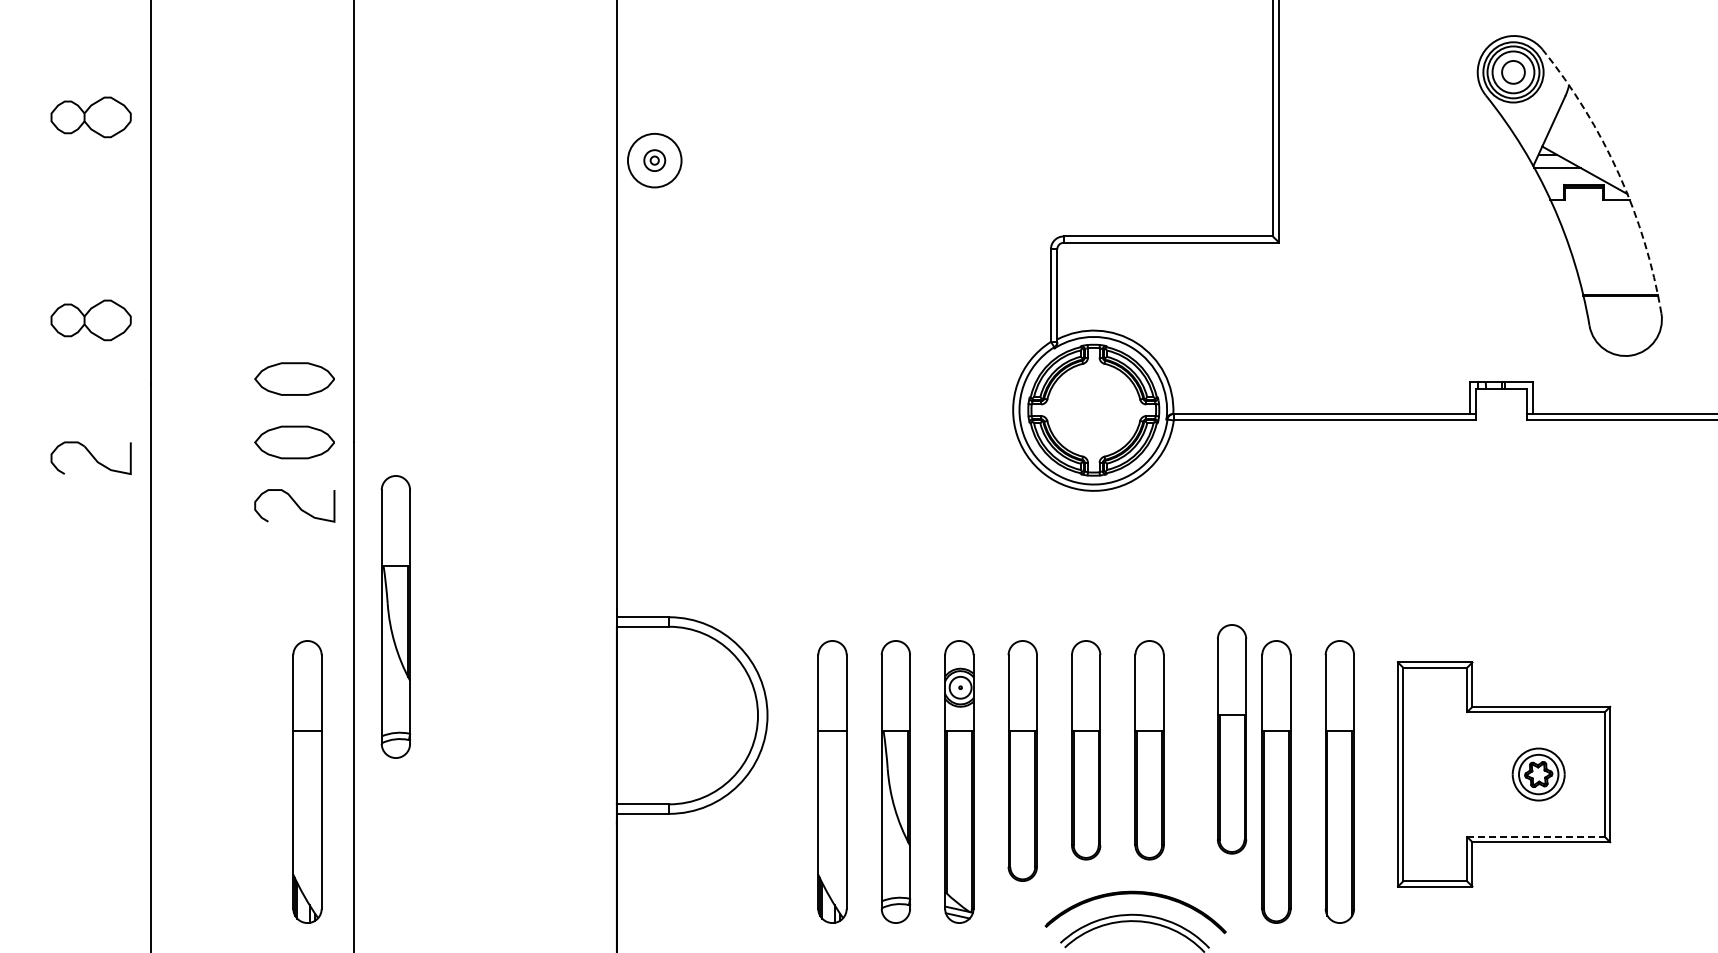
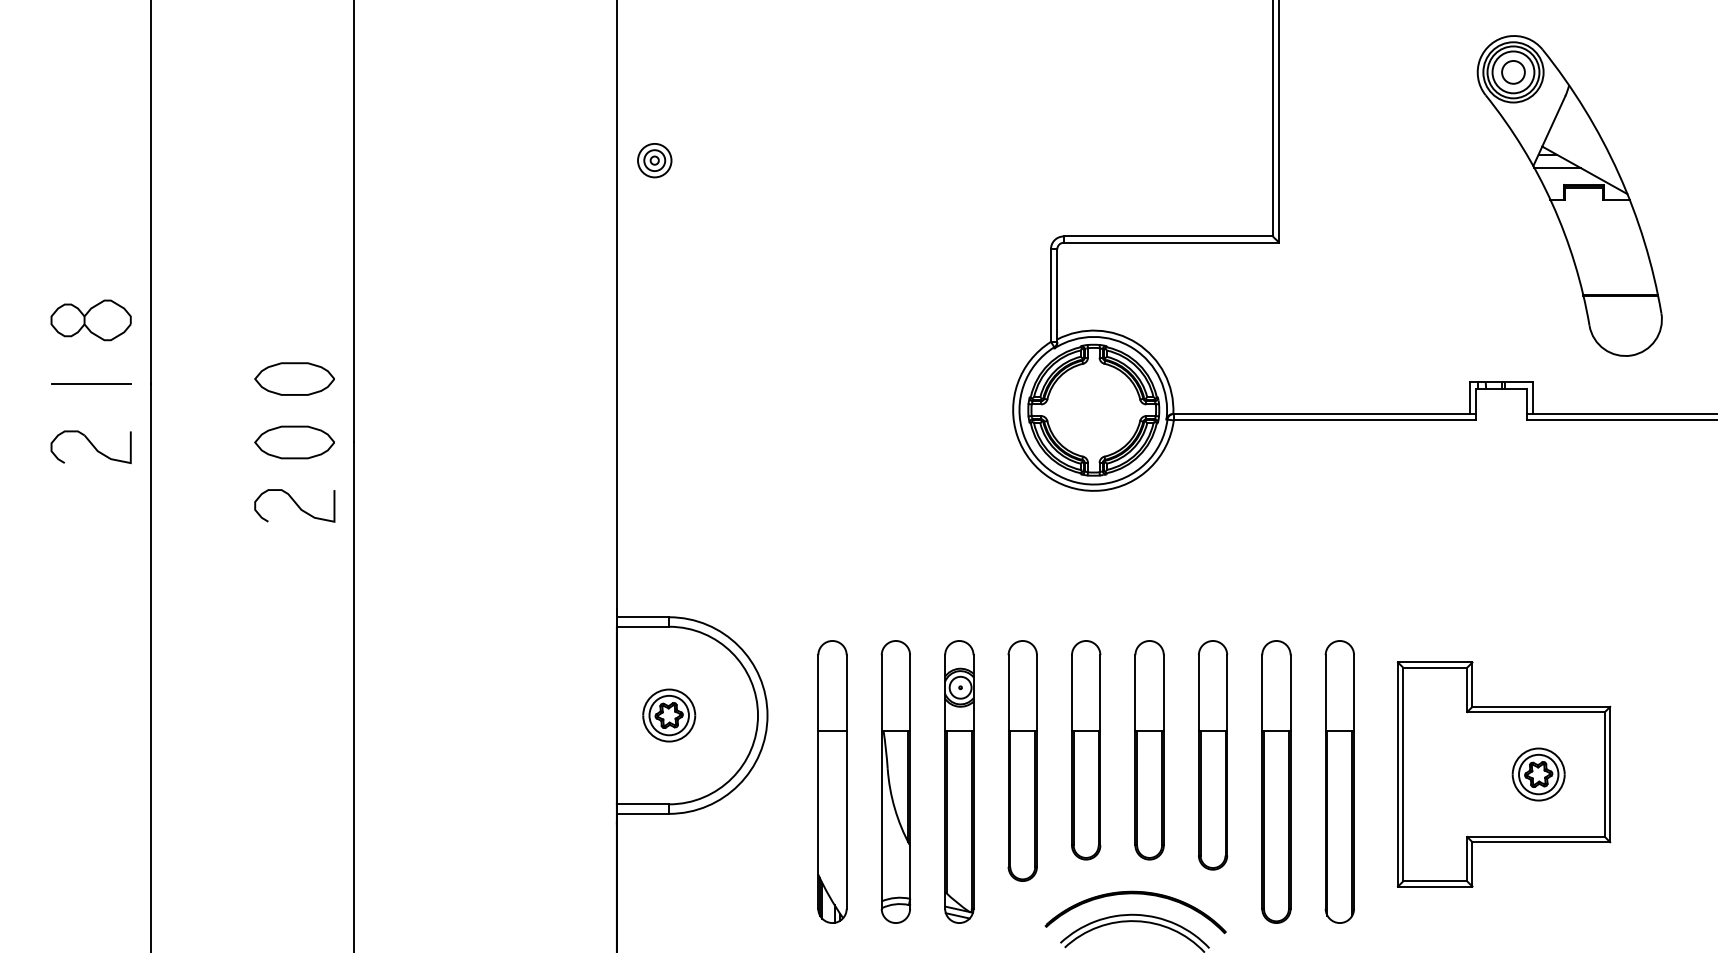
part at (90, 117): present -> none
circle at (654, 160) diameter: 54 px -> 33 px
arc at (1618, 173): dashed -> solid
line at (90, 383): none -> present
part at (90, 458) position: (90, 458) -> (90, 447)
part at (395, 616): present -> none
part at (669, 715): none -> present
part at (1232, 739) position: (1232, 739) -> (1213, 755)
part at (307, 781): present -> none
line at (1536, 837): dashed -> solid
